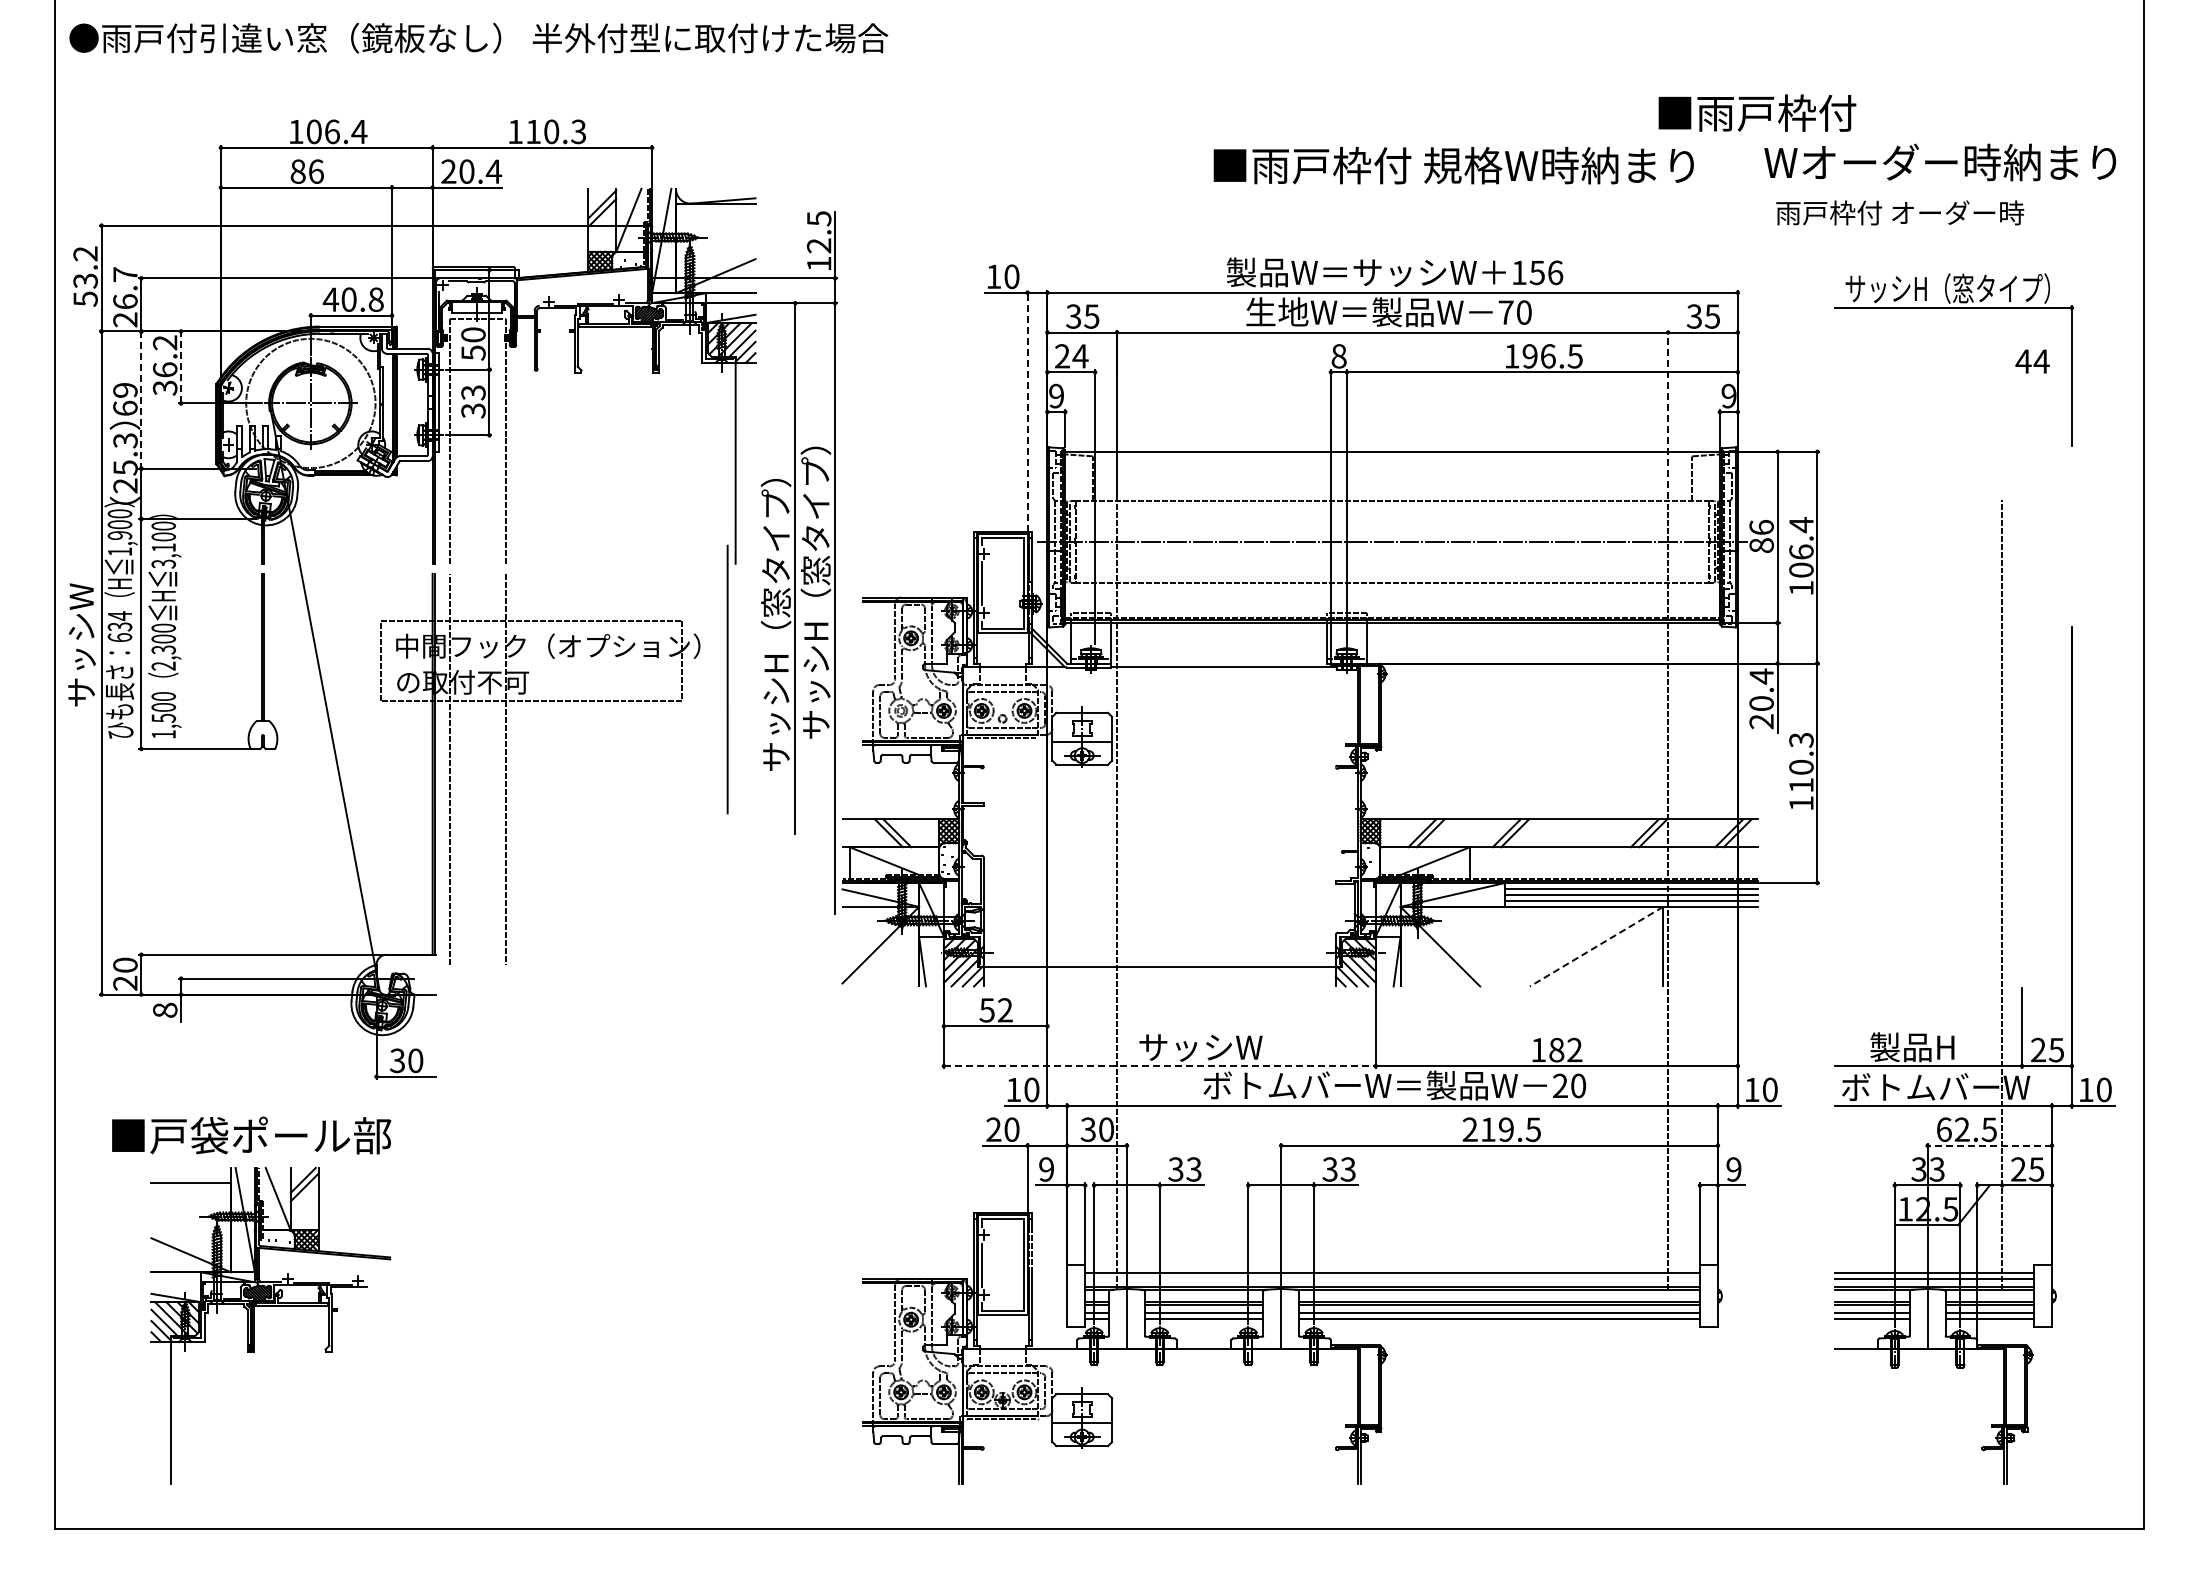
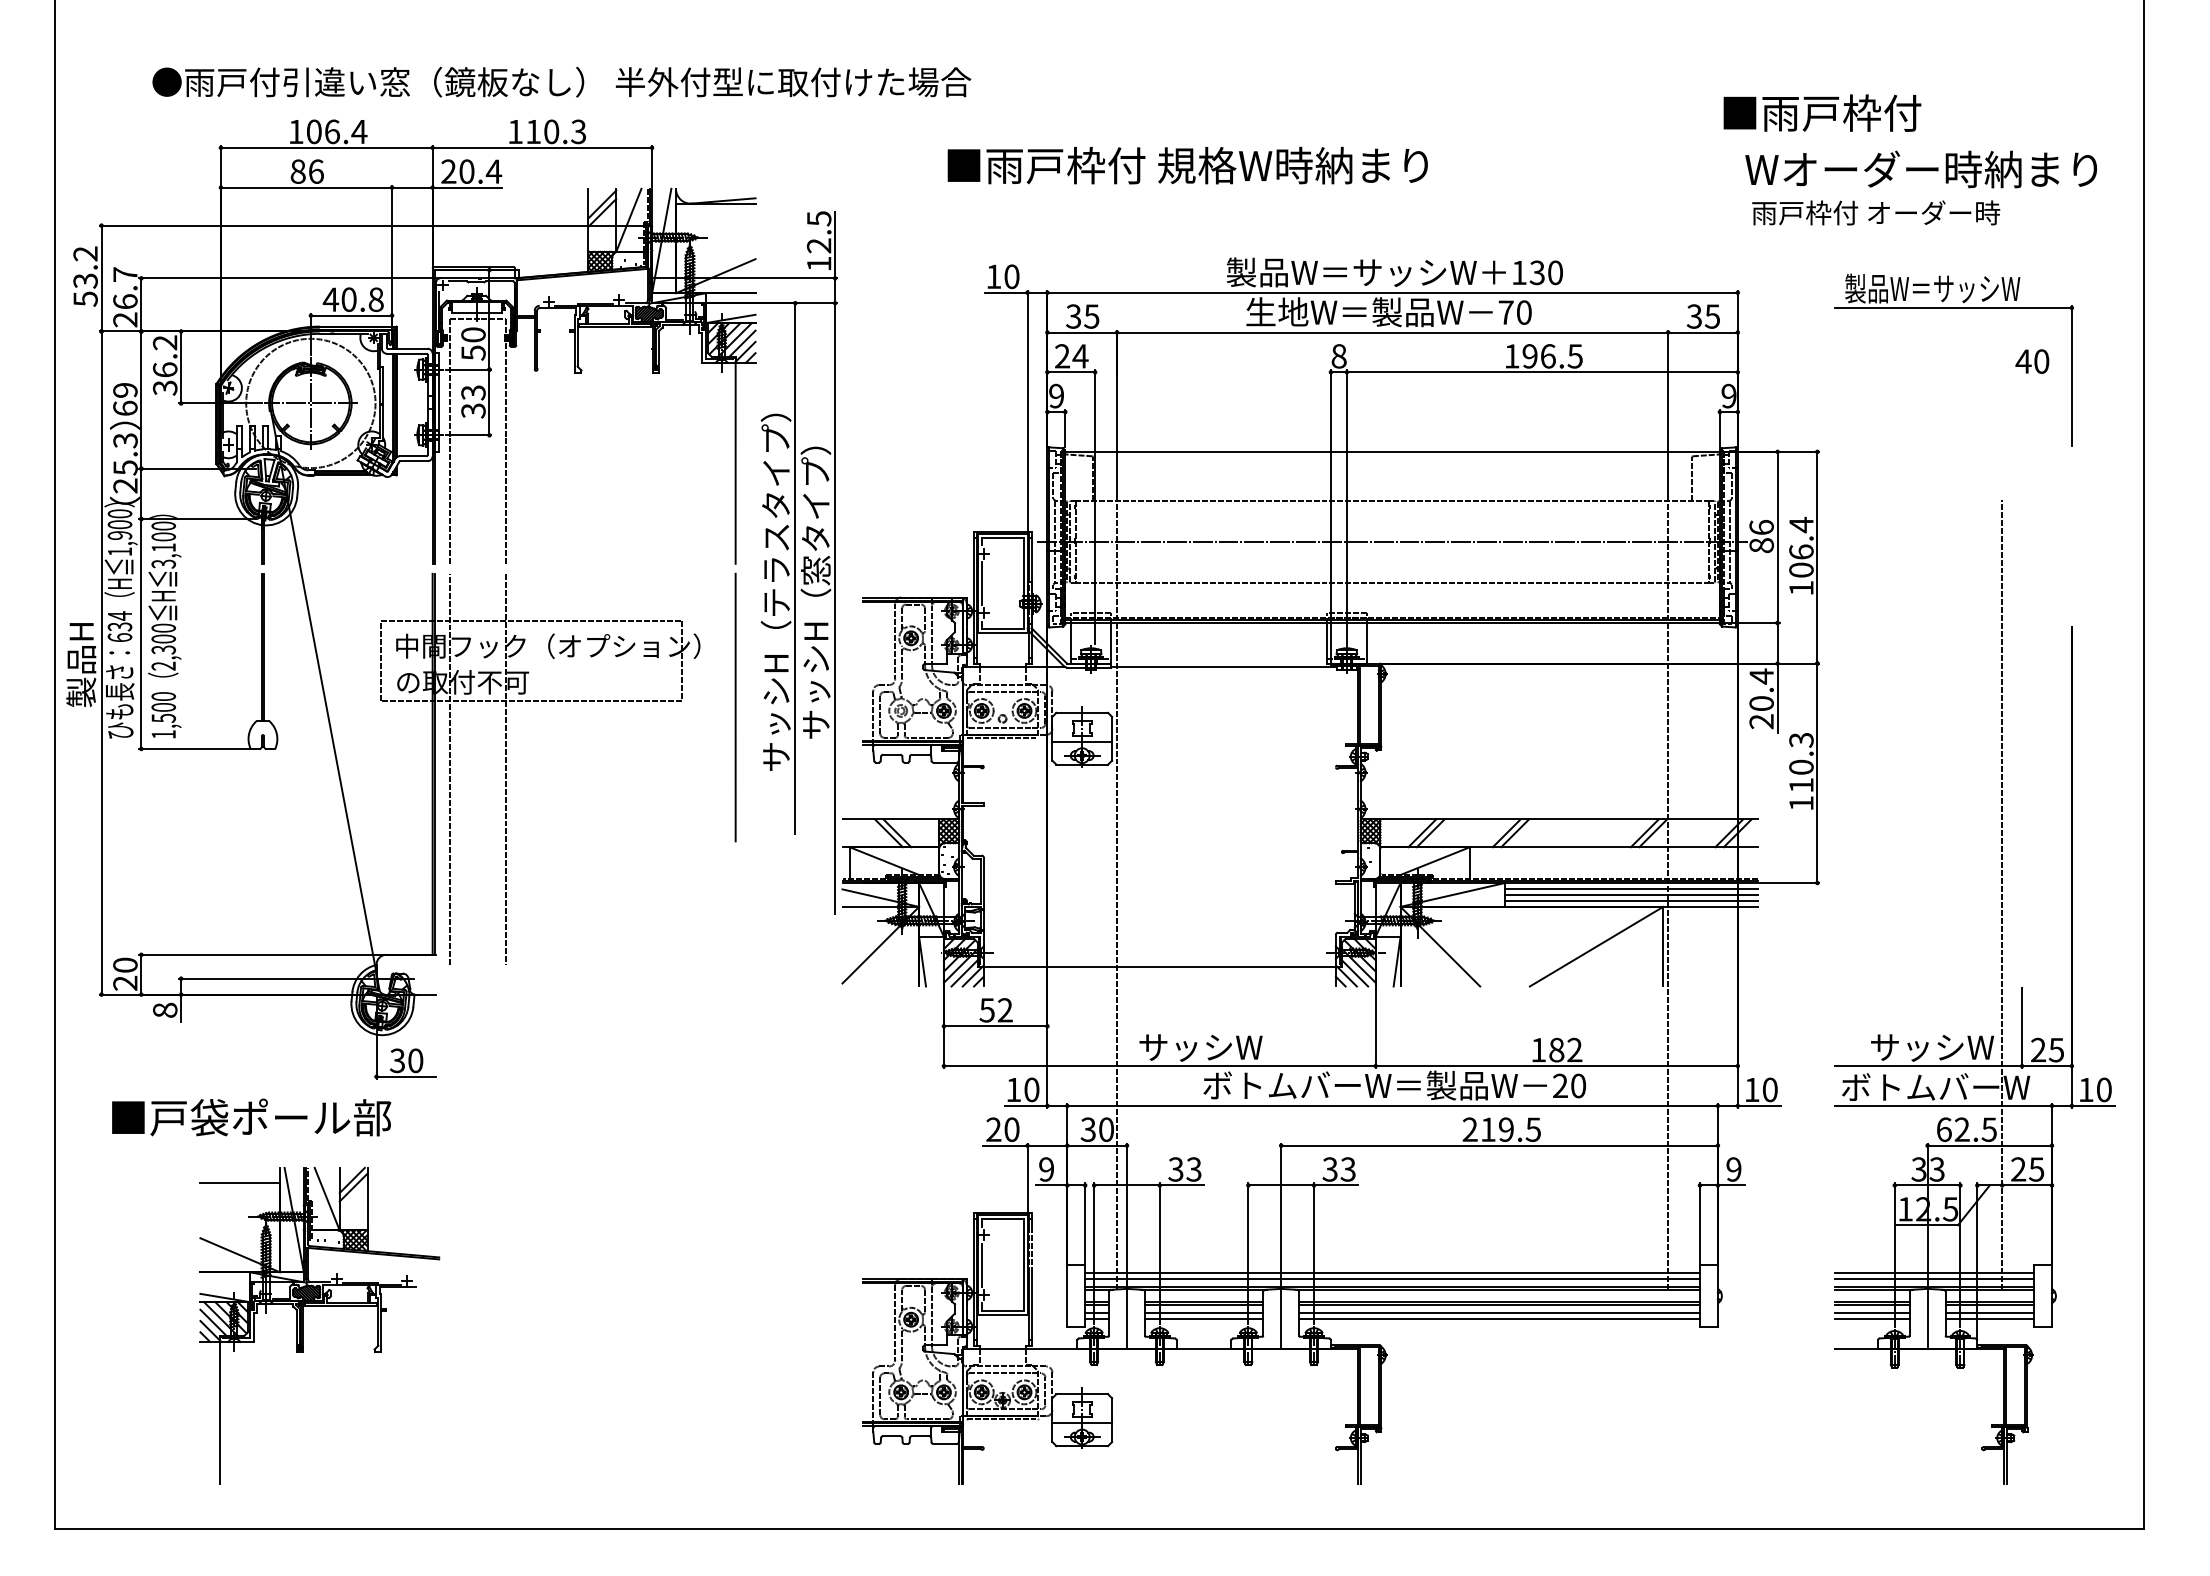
text at (478, 38) position: (478, 38) -> (561, 82)
text at (1757, 112) position: (1757, 112) -> (1822, 112)
text at (1939, 162) position: (1939, 162) -> (1920, 169)
text at (1453, 165) position: (1453, 165) -> (1187, 165)
text at (1900, 212) position: (1900, 212) -> (1876, 212)
text at (1546, 272): 156 -> 130
text at (1947, 288): サッシH（窓タイプ） -> 製品W＝サッシW
text at (2041, 361): 44 -> 40
line at (181, 366): dashed -> solid
line at (141, 400): dashed -> solid
line at (1027, 411): dashed -> solid
line at (1668, 414): dashed -> solid
text at (775, 515): サッシH（窓タイプ） -> サッシH（テラスタイプ）
text at (81, 645): サッシW -> 製品H
line at (727, 679) position: (727, 679) -> (735, 707)
line at (1596, 946): dashed -> solid
text at (1932, 1047): 製品H -> サッシW
line at (1159, 1066): dashed -> solid
text at (251, 1135) position: (251, 1135) -> (251, 1117)
line at (1989, 1145): dashed -> solid
line at (1392, 1279): none -> present
part at (254, 1325) position: (254, 1325) -> (303, 1325)
